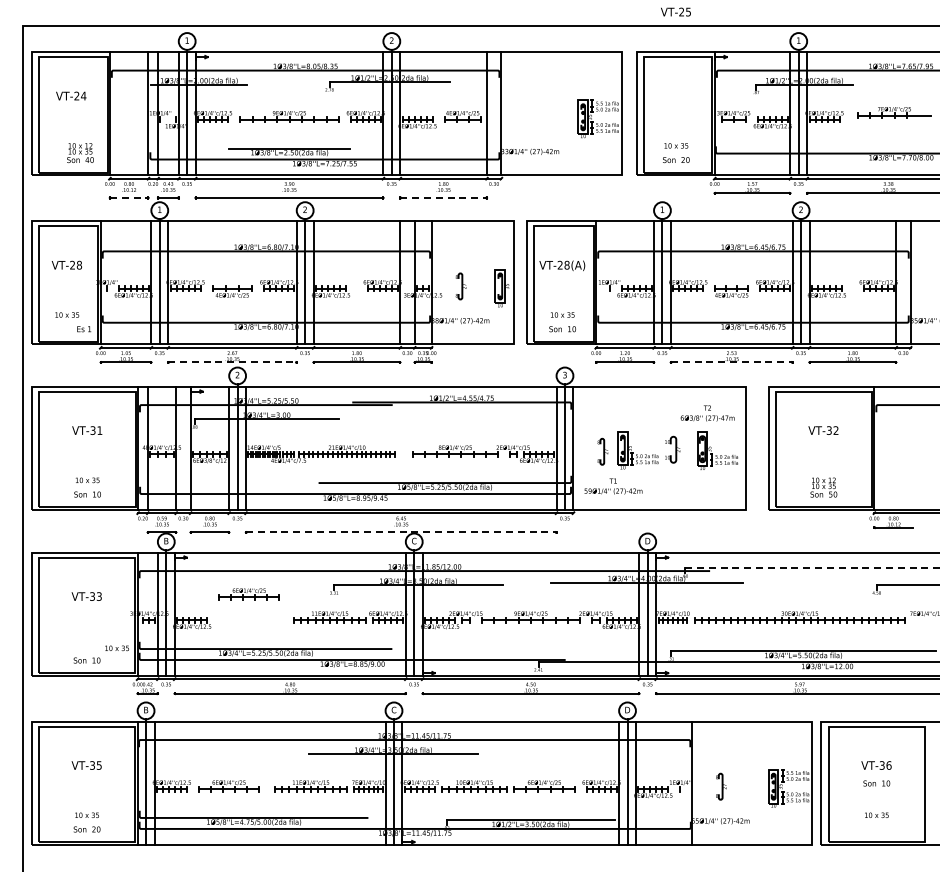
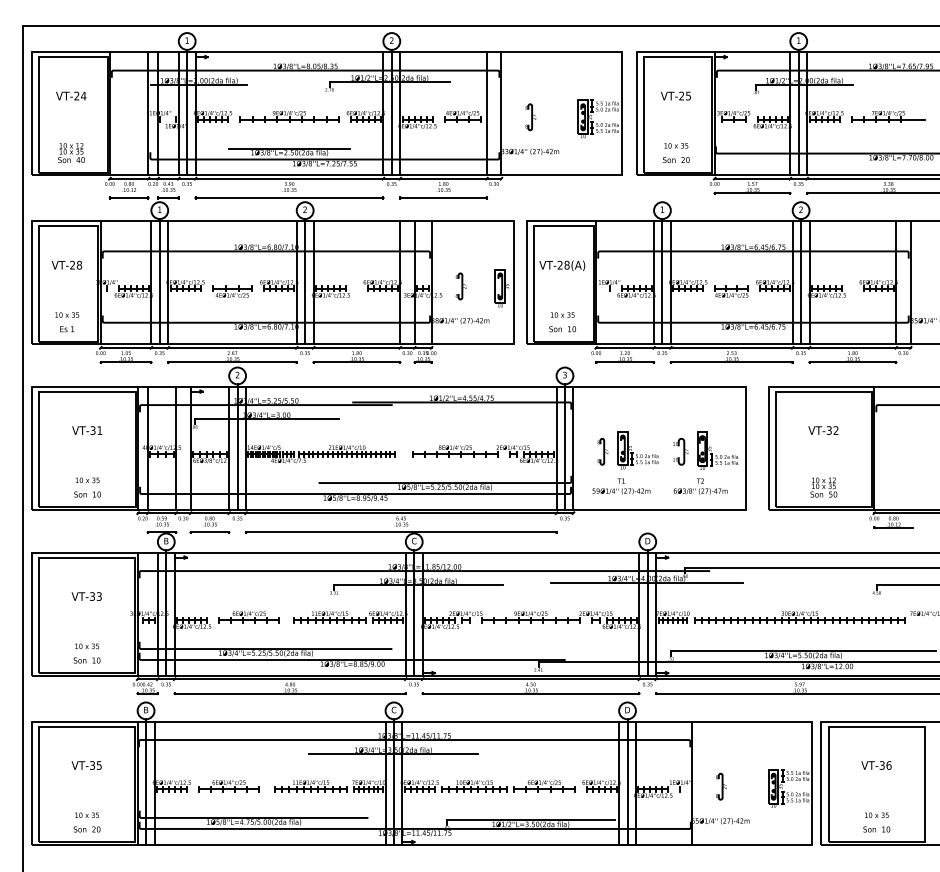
text at (675, 11) position: (675, 11) -> (675, 95)
part at (894, 112) position: (894, 112) -> (888, 116)
part at (530, 117): none -> present
text at (80, 152) position: (80, 152) -> (71, 152)
line at (129, 197): dashed -> solid
line at (444, 197): dashed -> solid
text at (84, 329) position: (84, 329) -> (67, 329)
line at (232, 362): dashed -> solid
line at (731, 362): dashed -> solid
text at (707, 413) position: (707, 413) -> (700, 486)
part at (672, 449) position: (672, 449) -> (680, 451)
text at (613, 486) position: (613, 486) -> (621, 486)
line at (401, 532): dashed -> solid
line at (812, 568): dashed -> solid
part at (248, 594) position: (248, 594) -> (248, 617)
text at (116, 648) position: (116, 648) -> (86, 646)
text at (876, 783) position: (876, 783) -> (876, 829)
